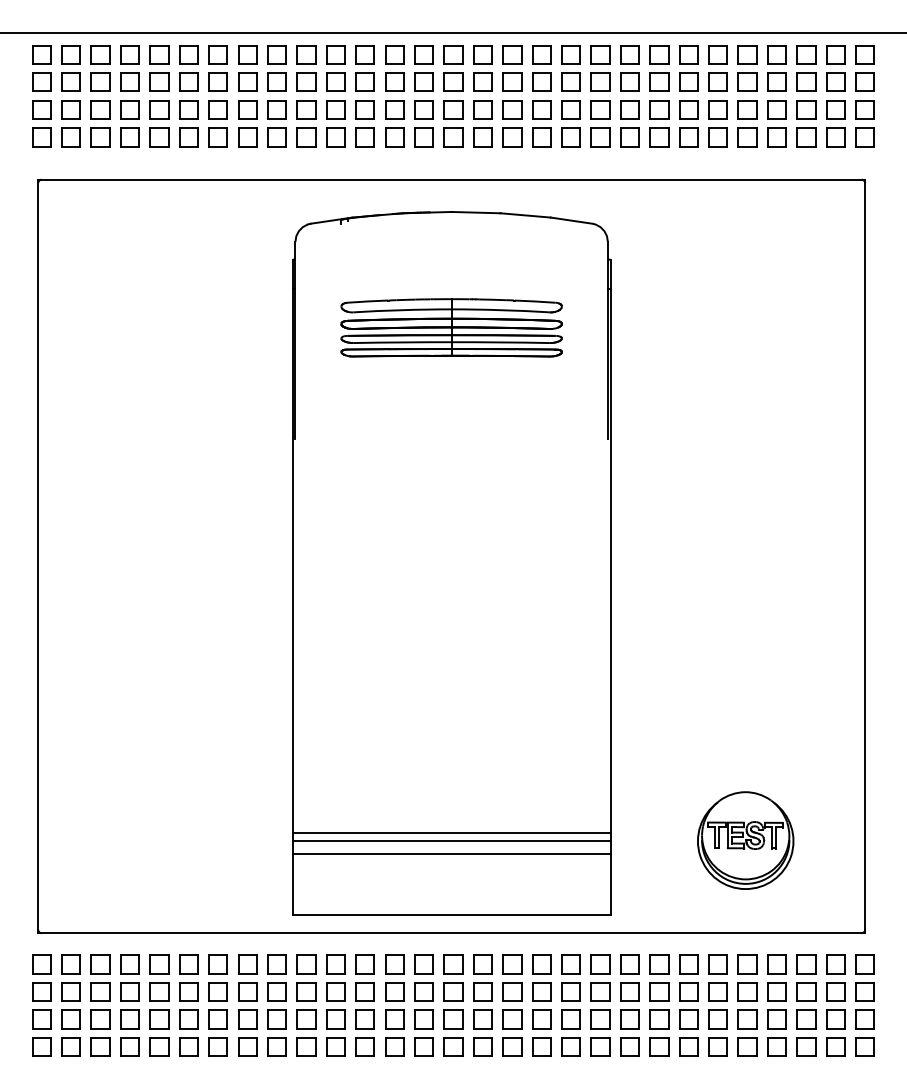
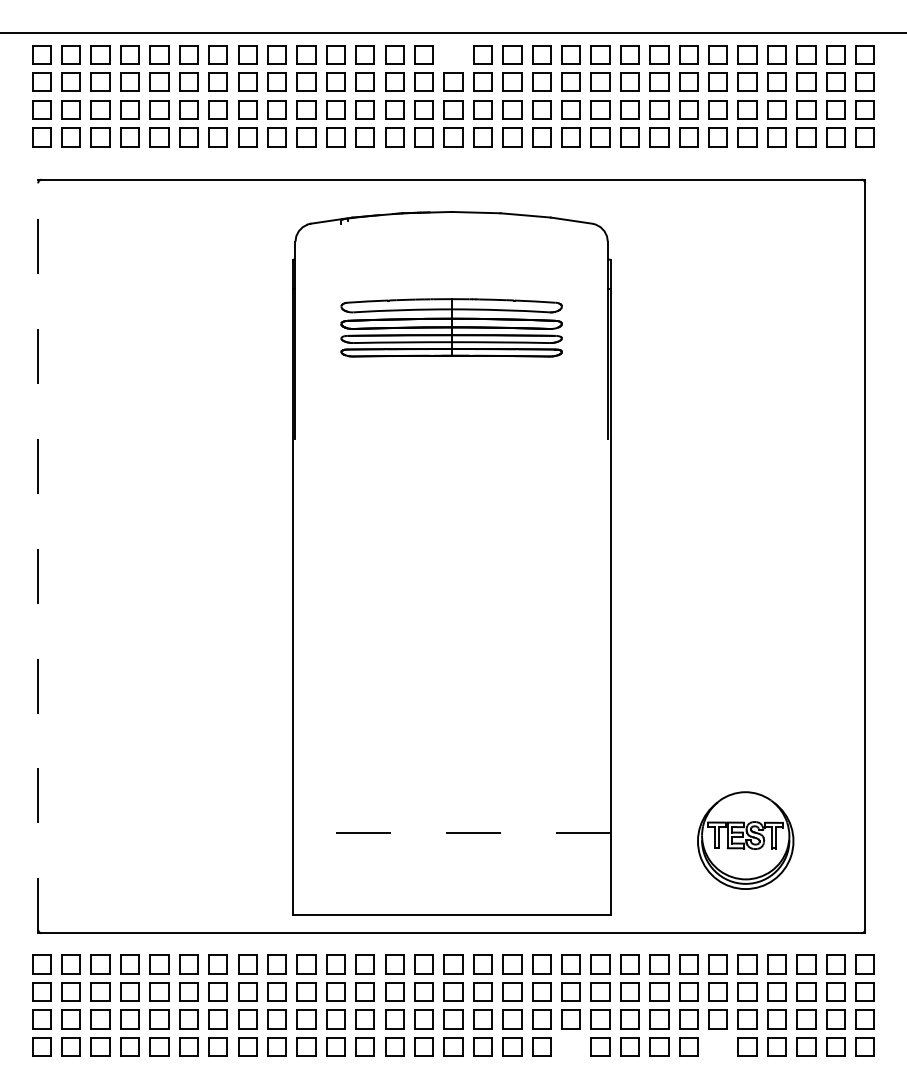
part at (453, 54): present -> none
line at (38, 556): solid -> dashed
line at (451, 832): solid -> dashed
line at (451, 841): present -> none
line at (451, 854): present -> none
part at (570, 1046): present -> none
part at (717, 1046): present -> none
